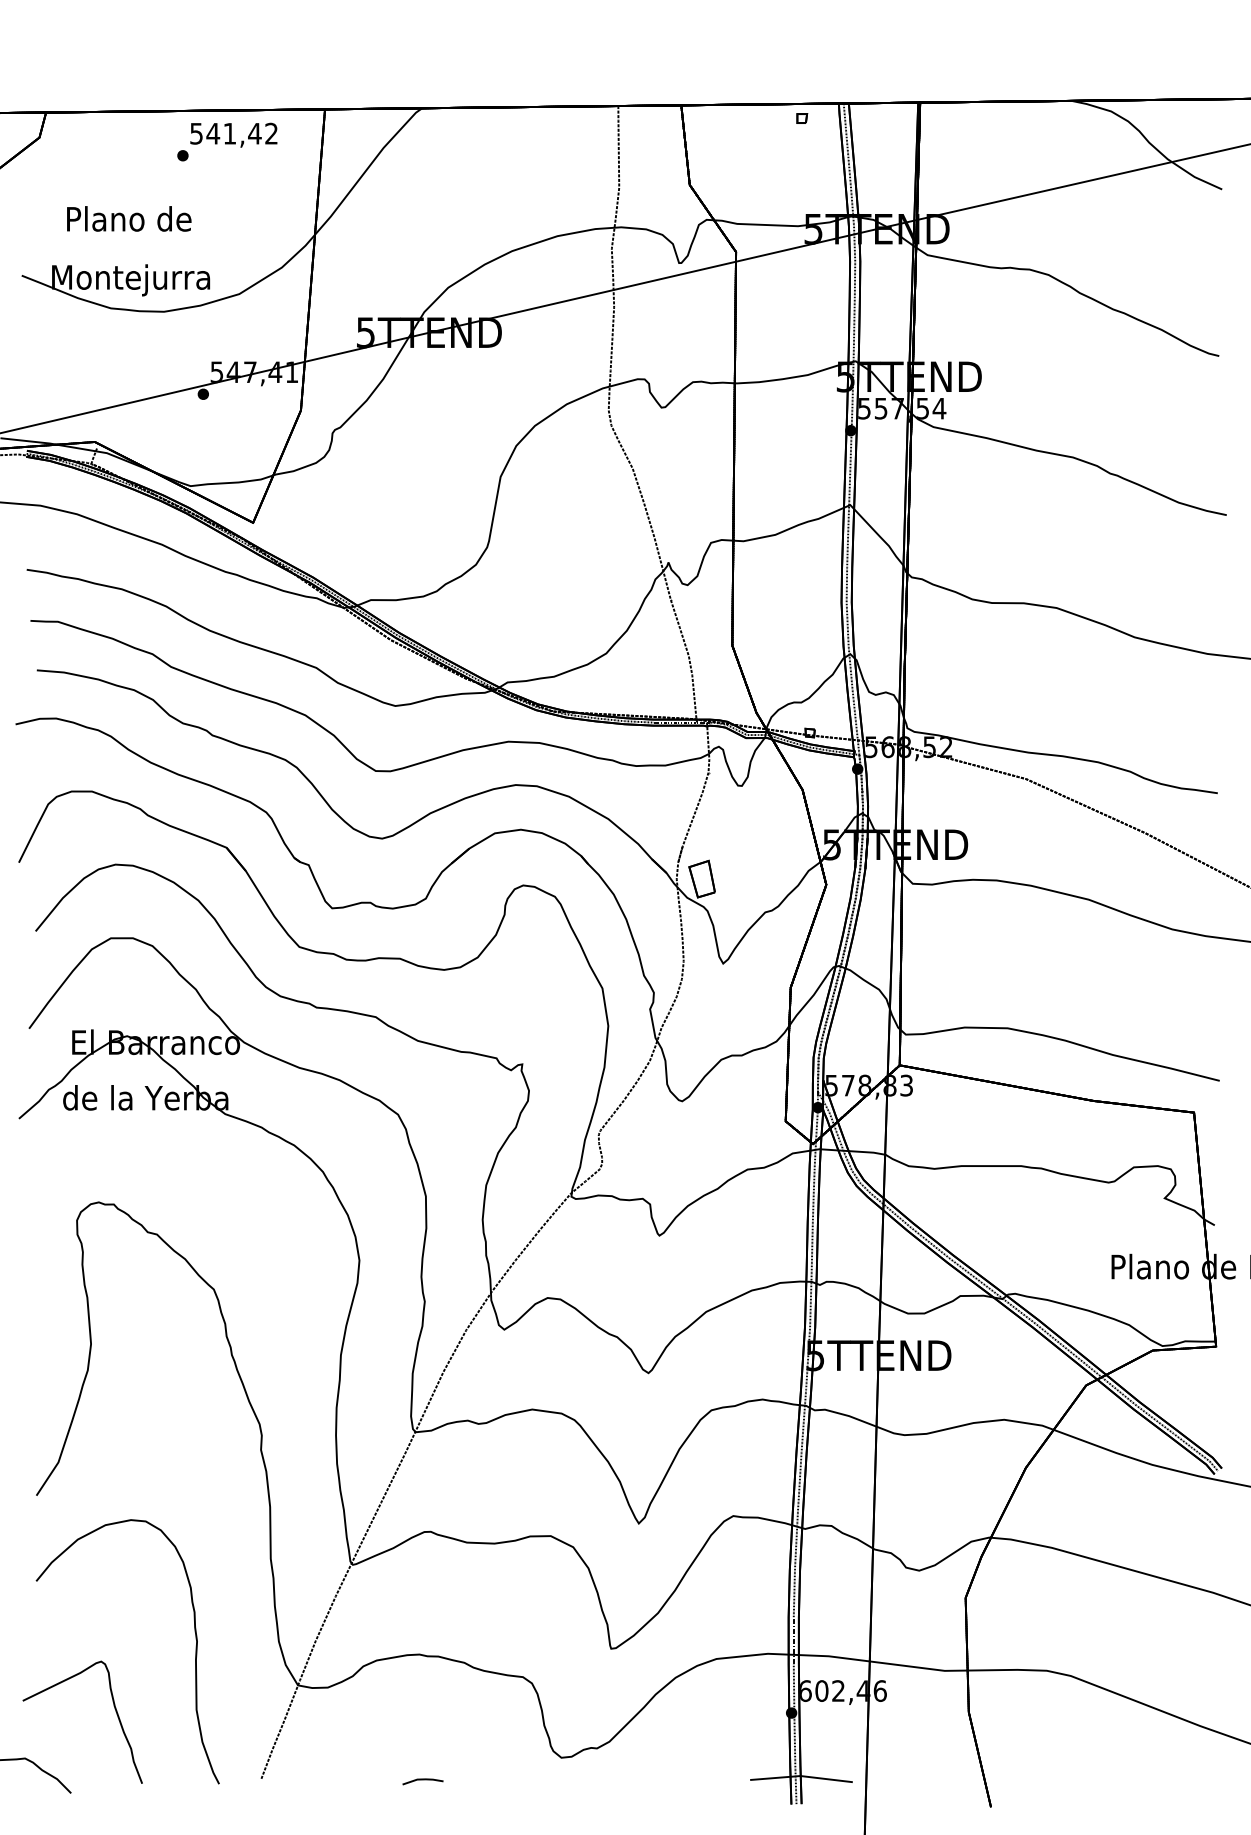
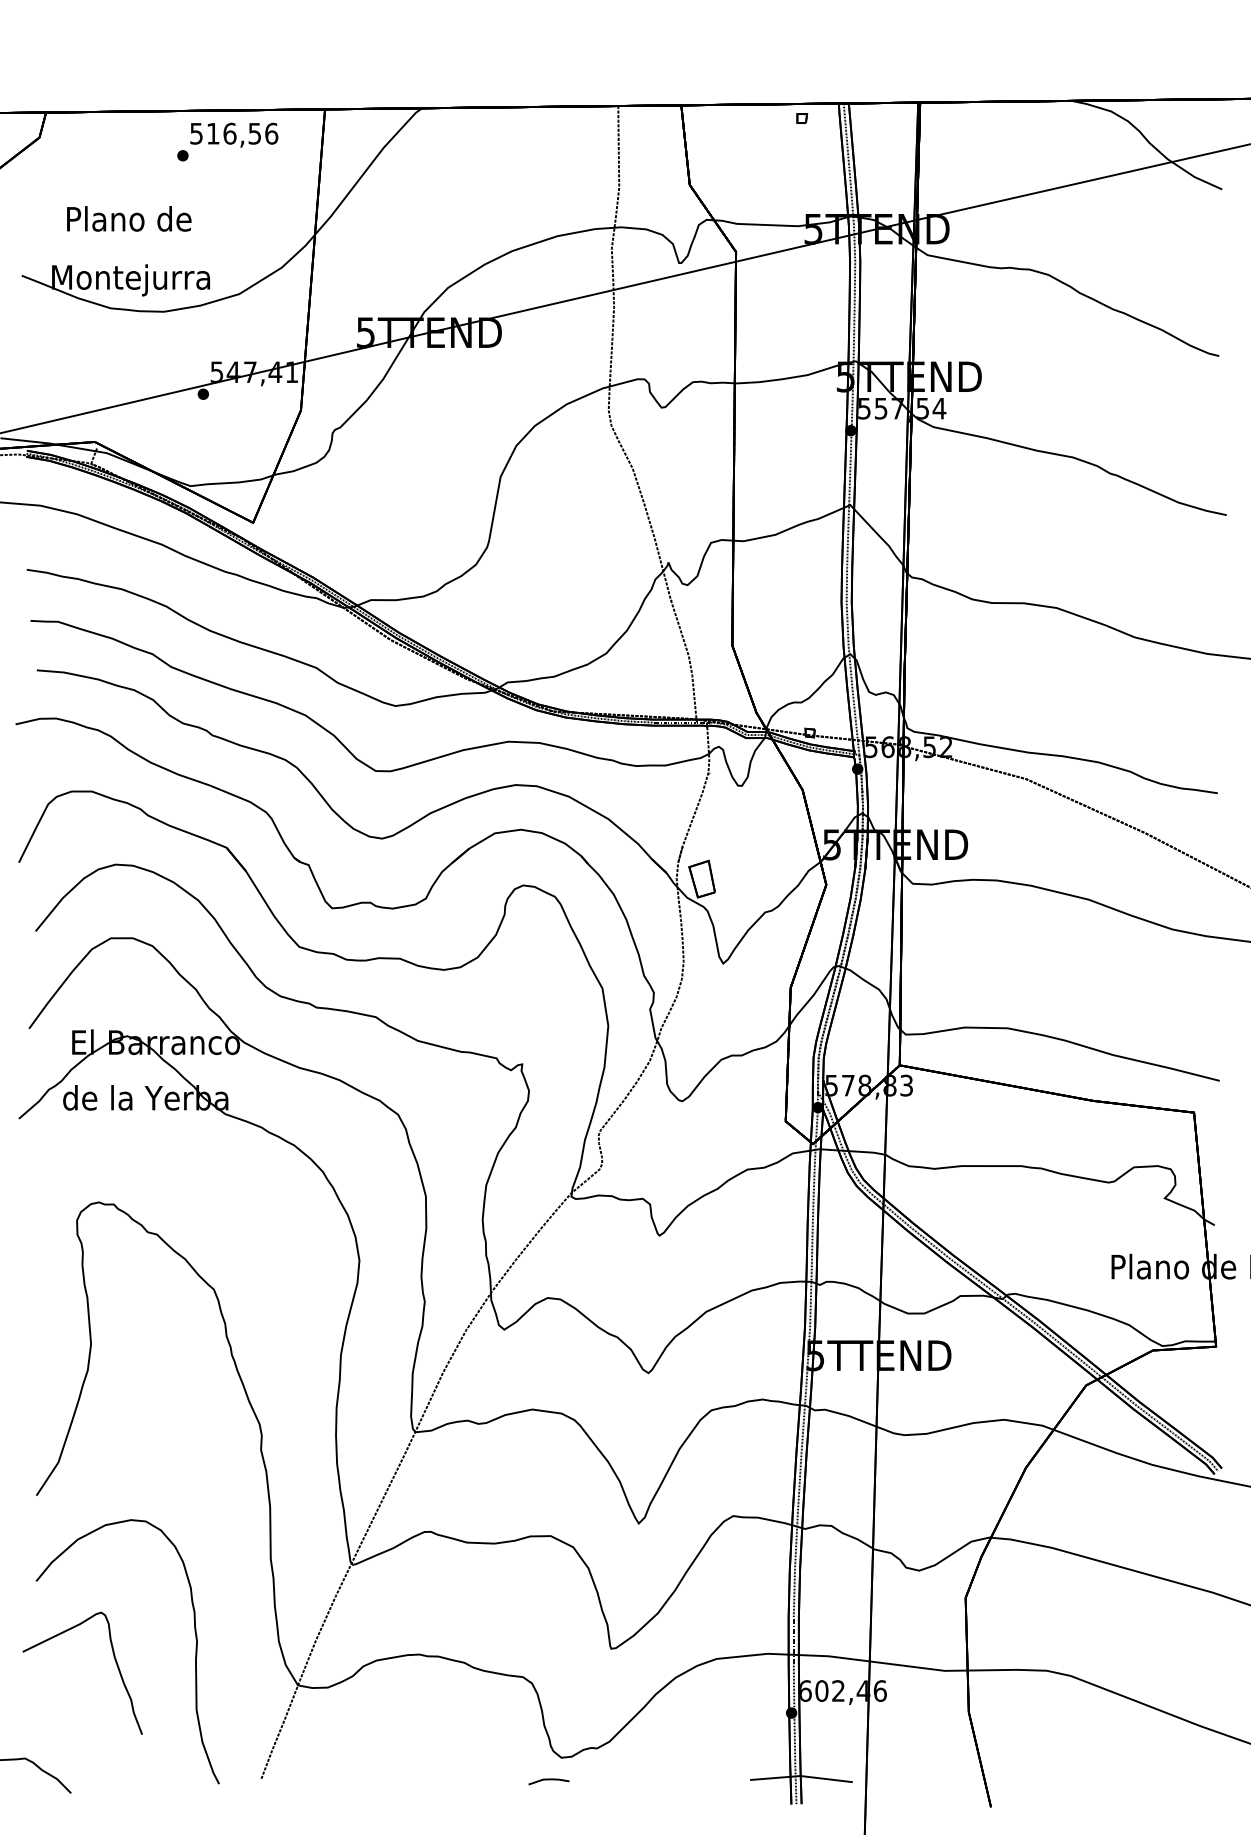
text at (242, 133): 541,42 -> 516,56
curve at (114, 1709) position: (114, 1709) -> (114, 1660)
line at (422, 1780) position: (422, 1780) -> (548, 1780)
